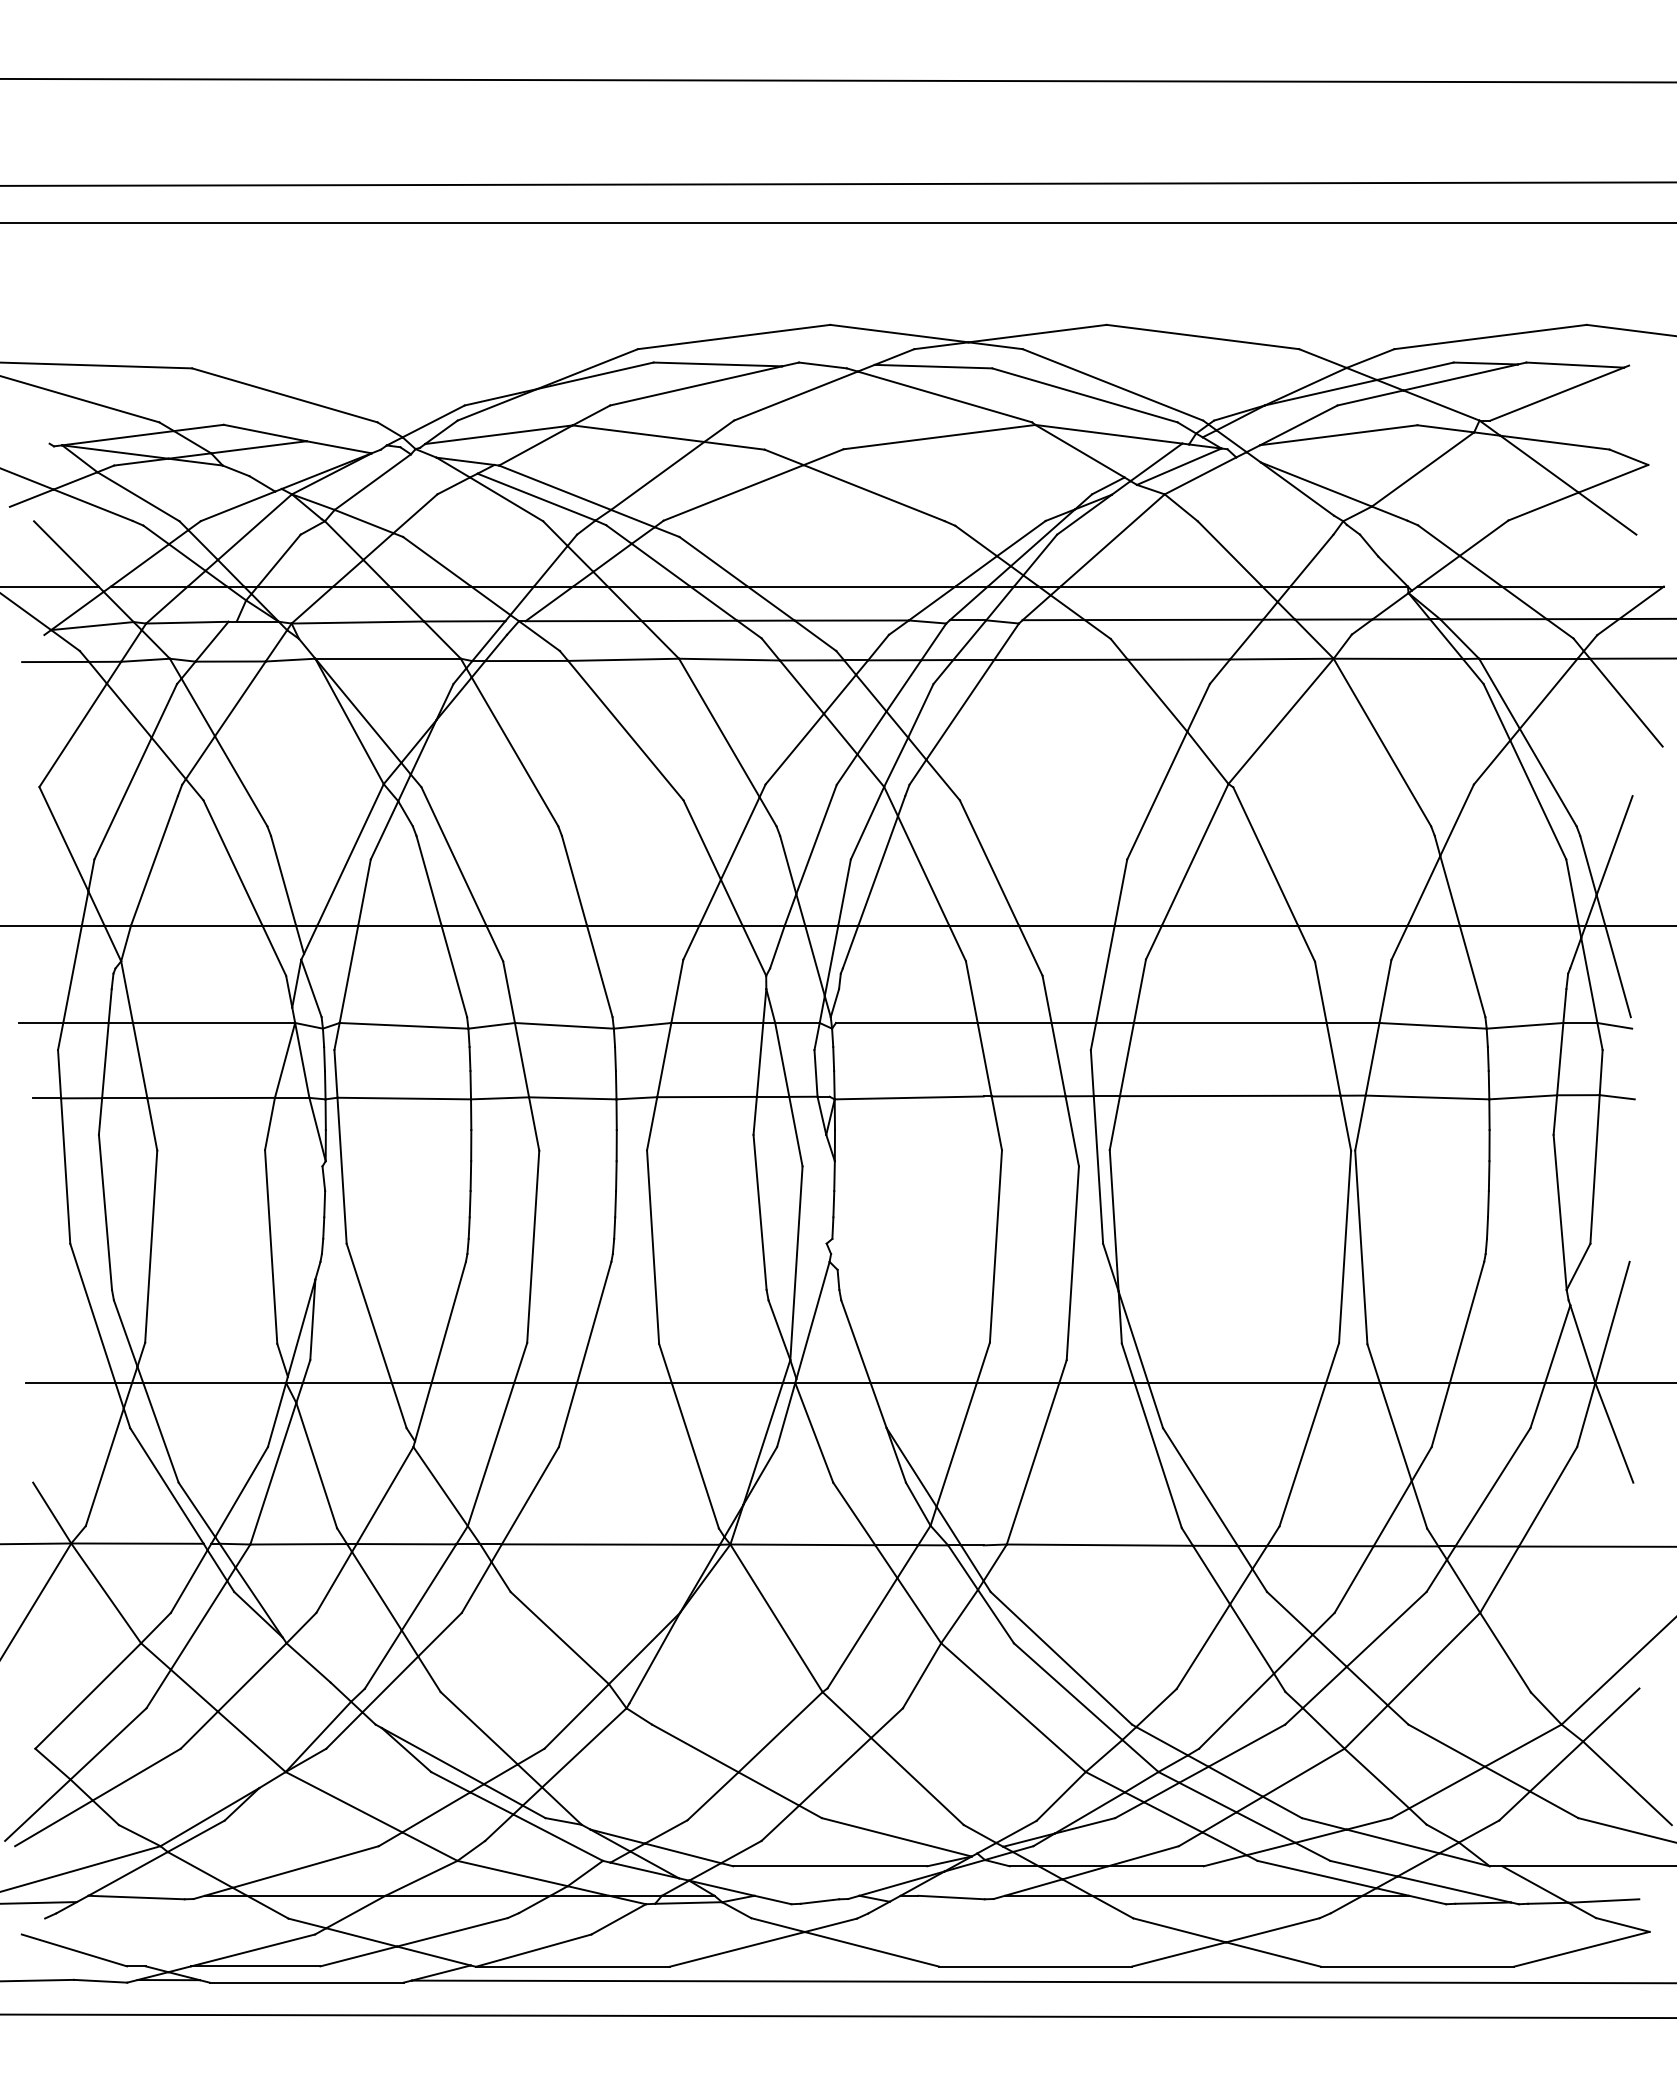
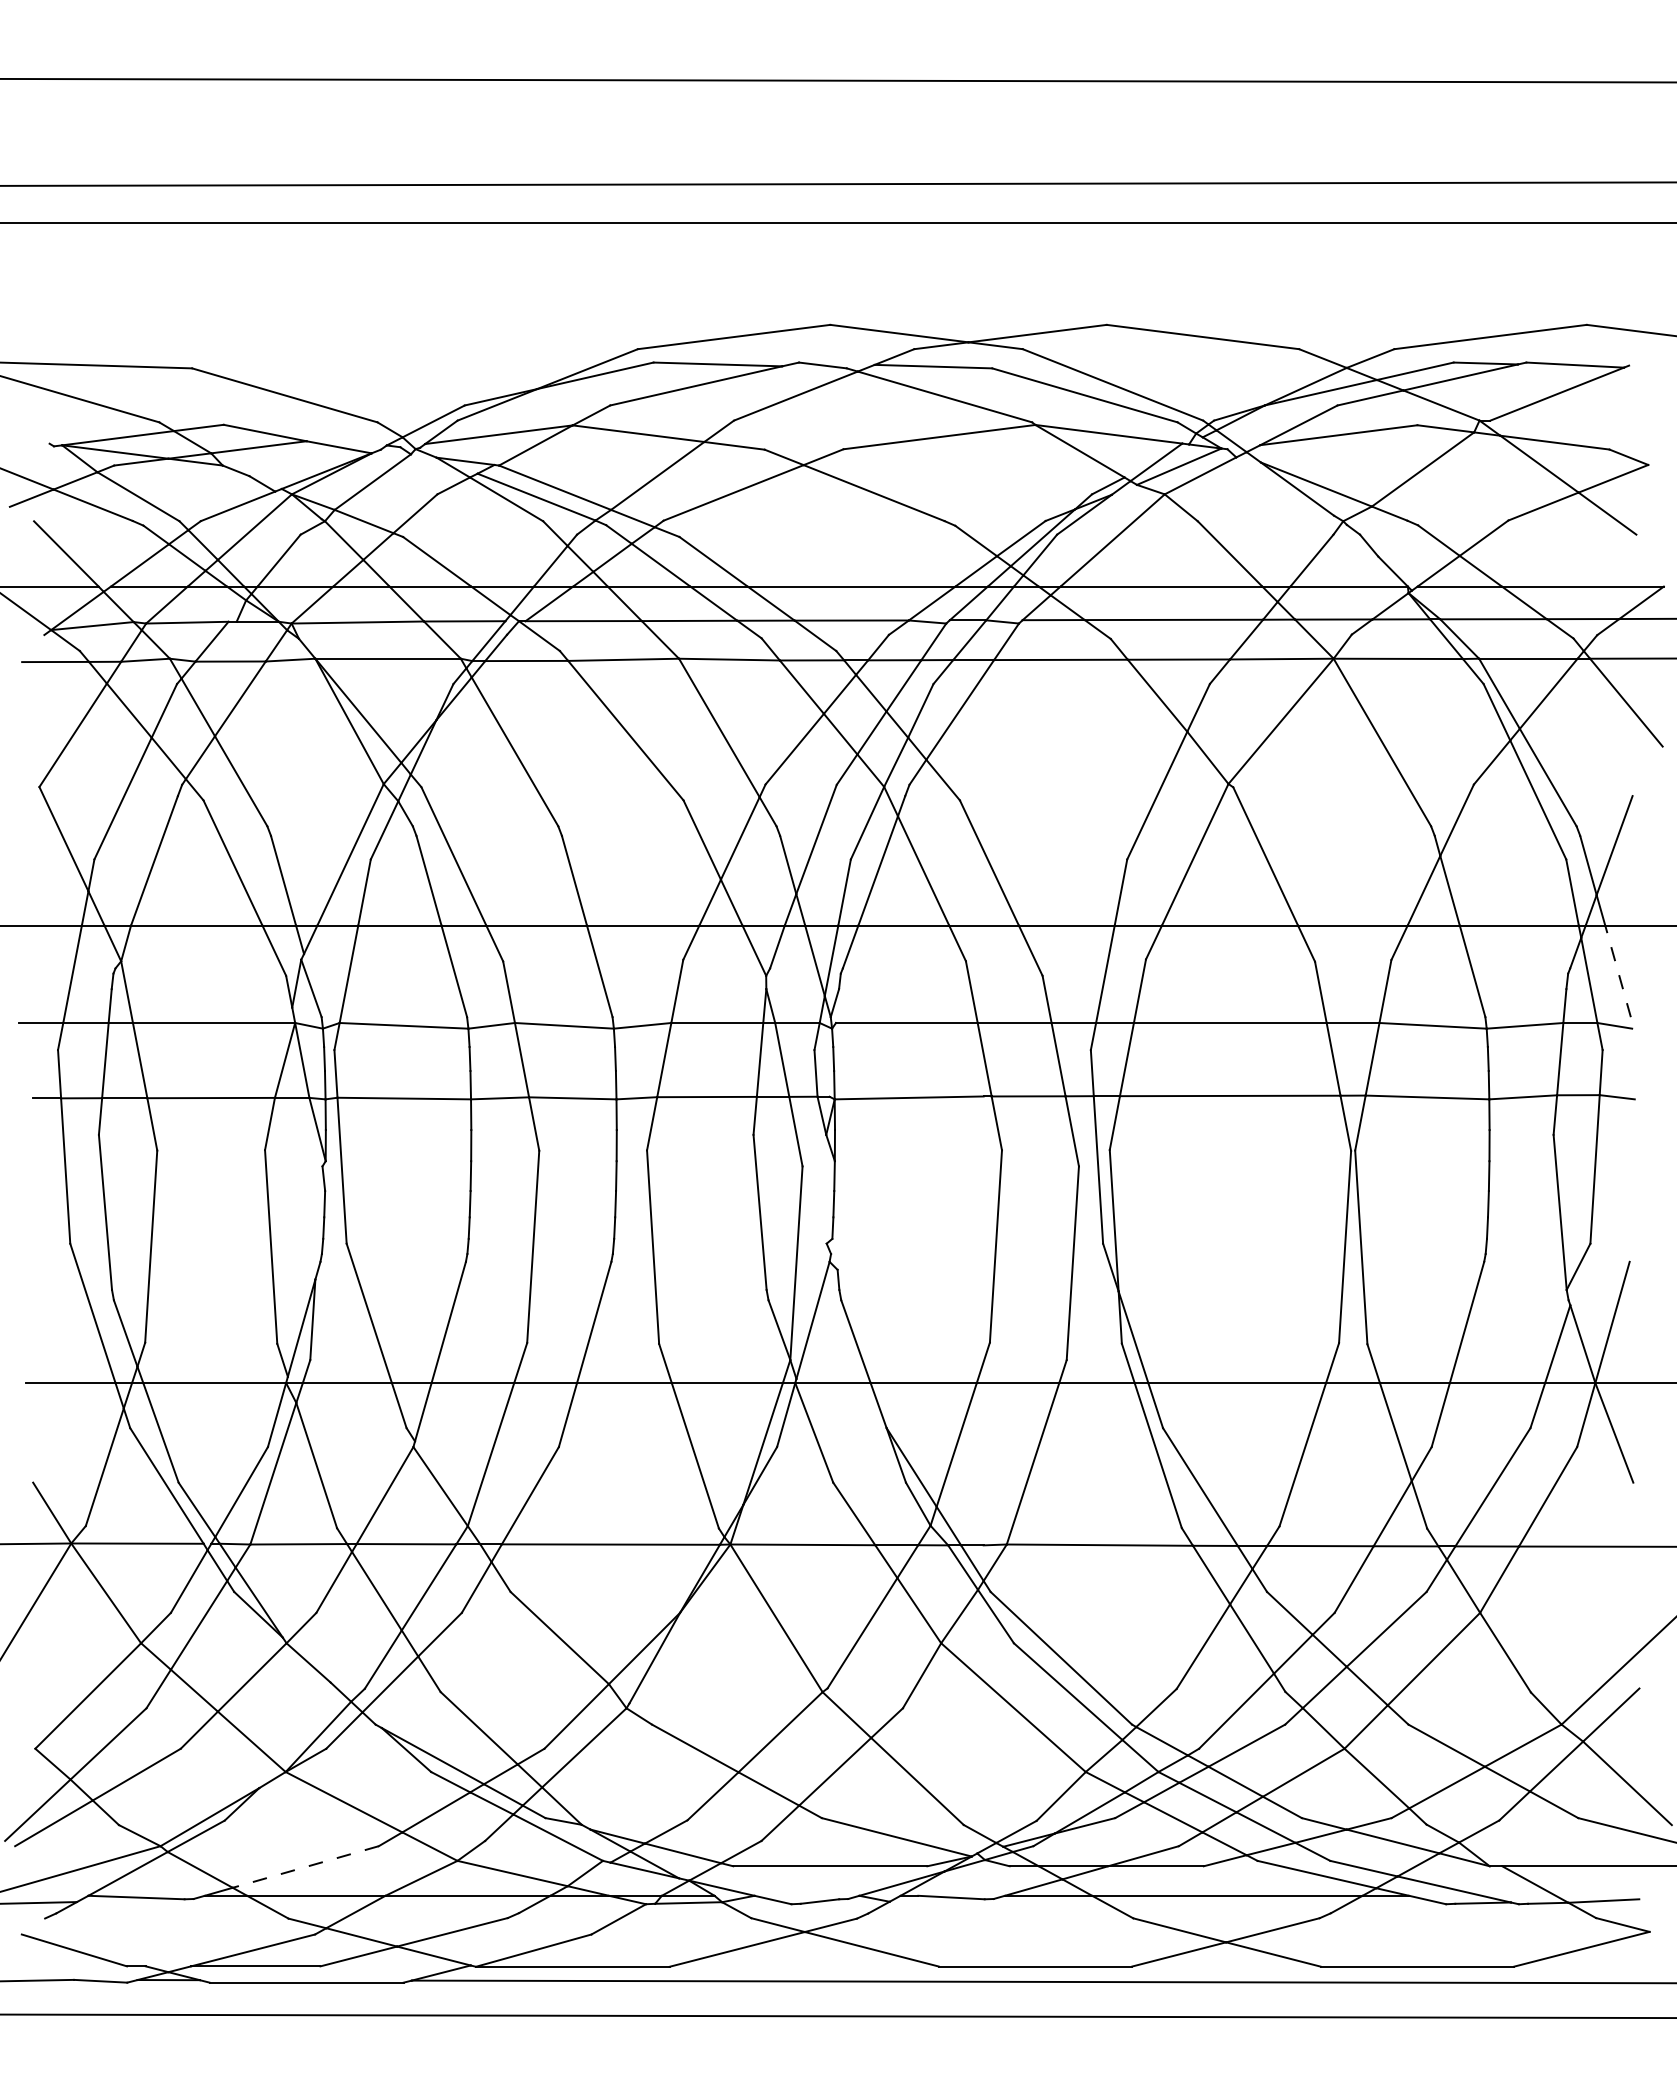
line at (1618, 971): solid -> dashed
line at (305, 1867): solid -> dashed
